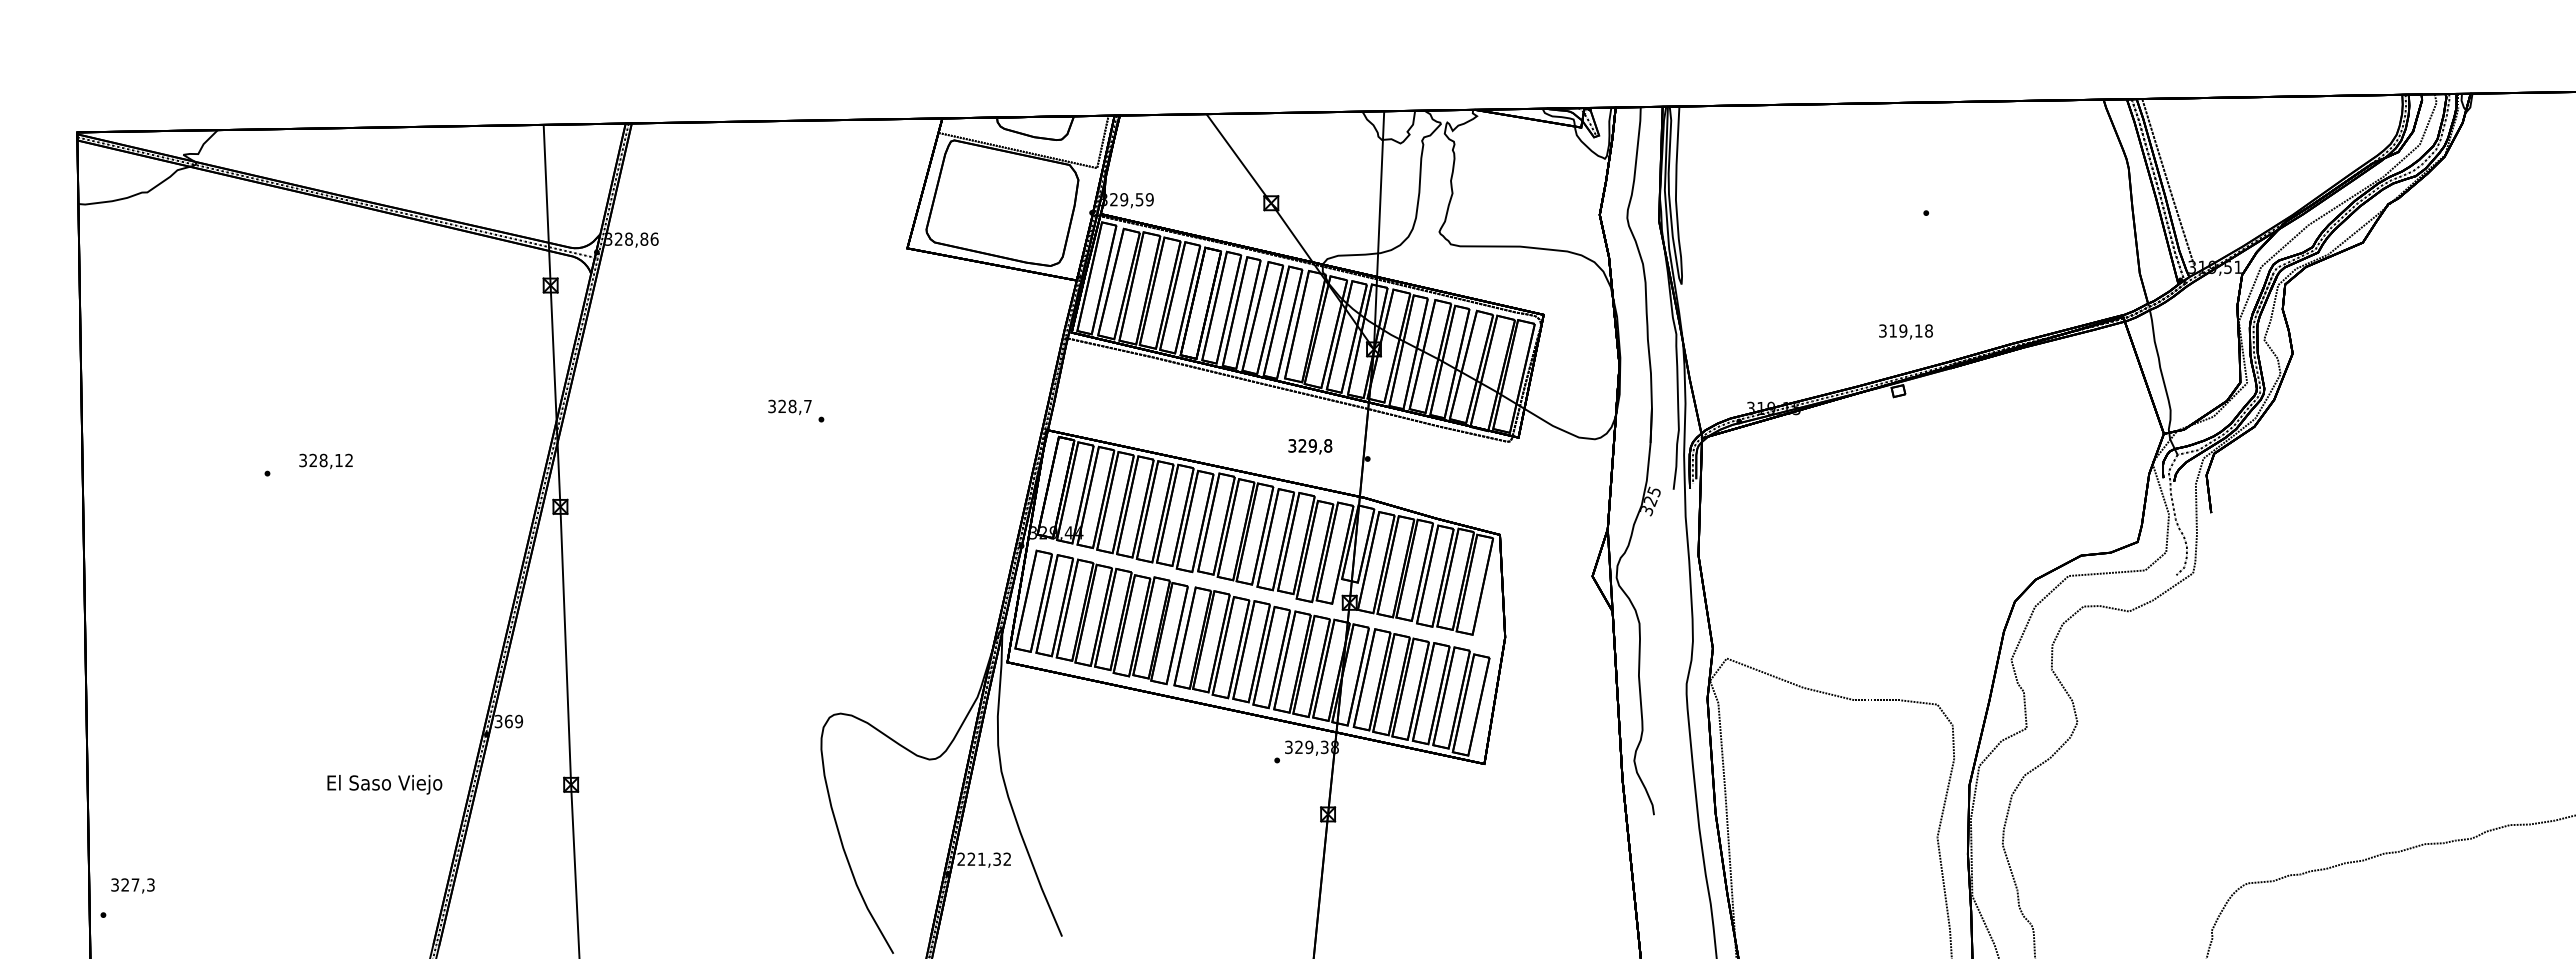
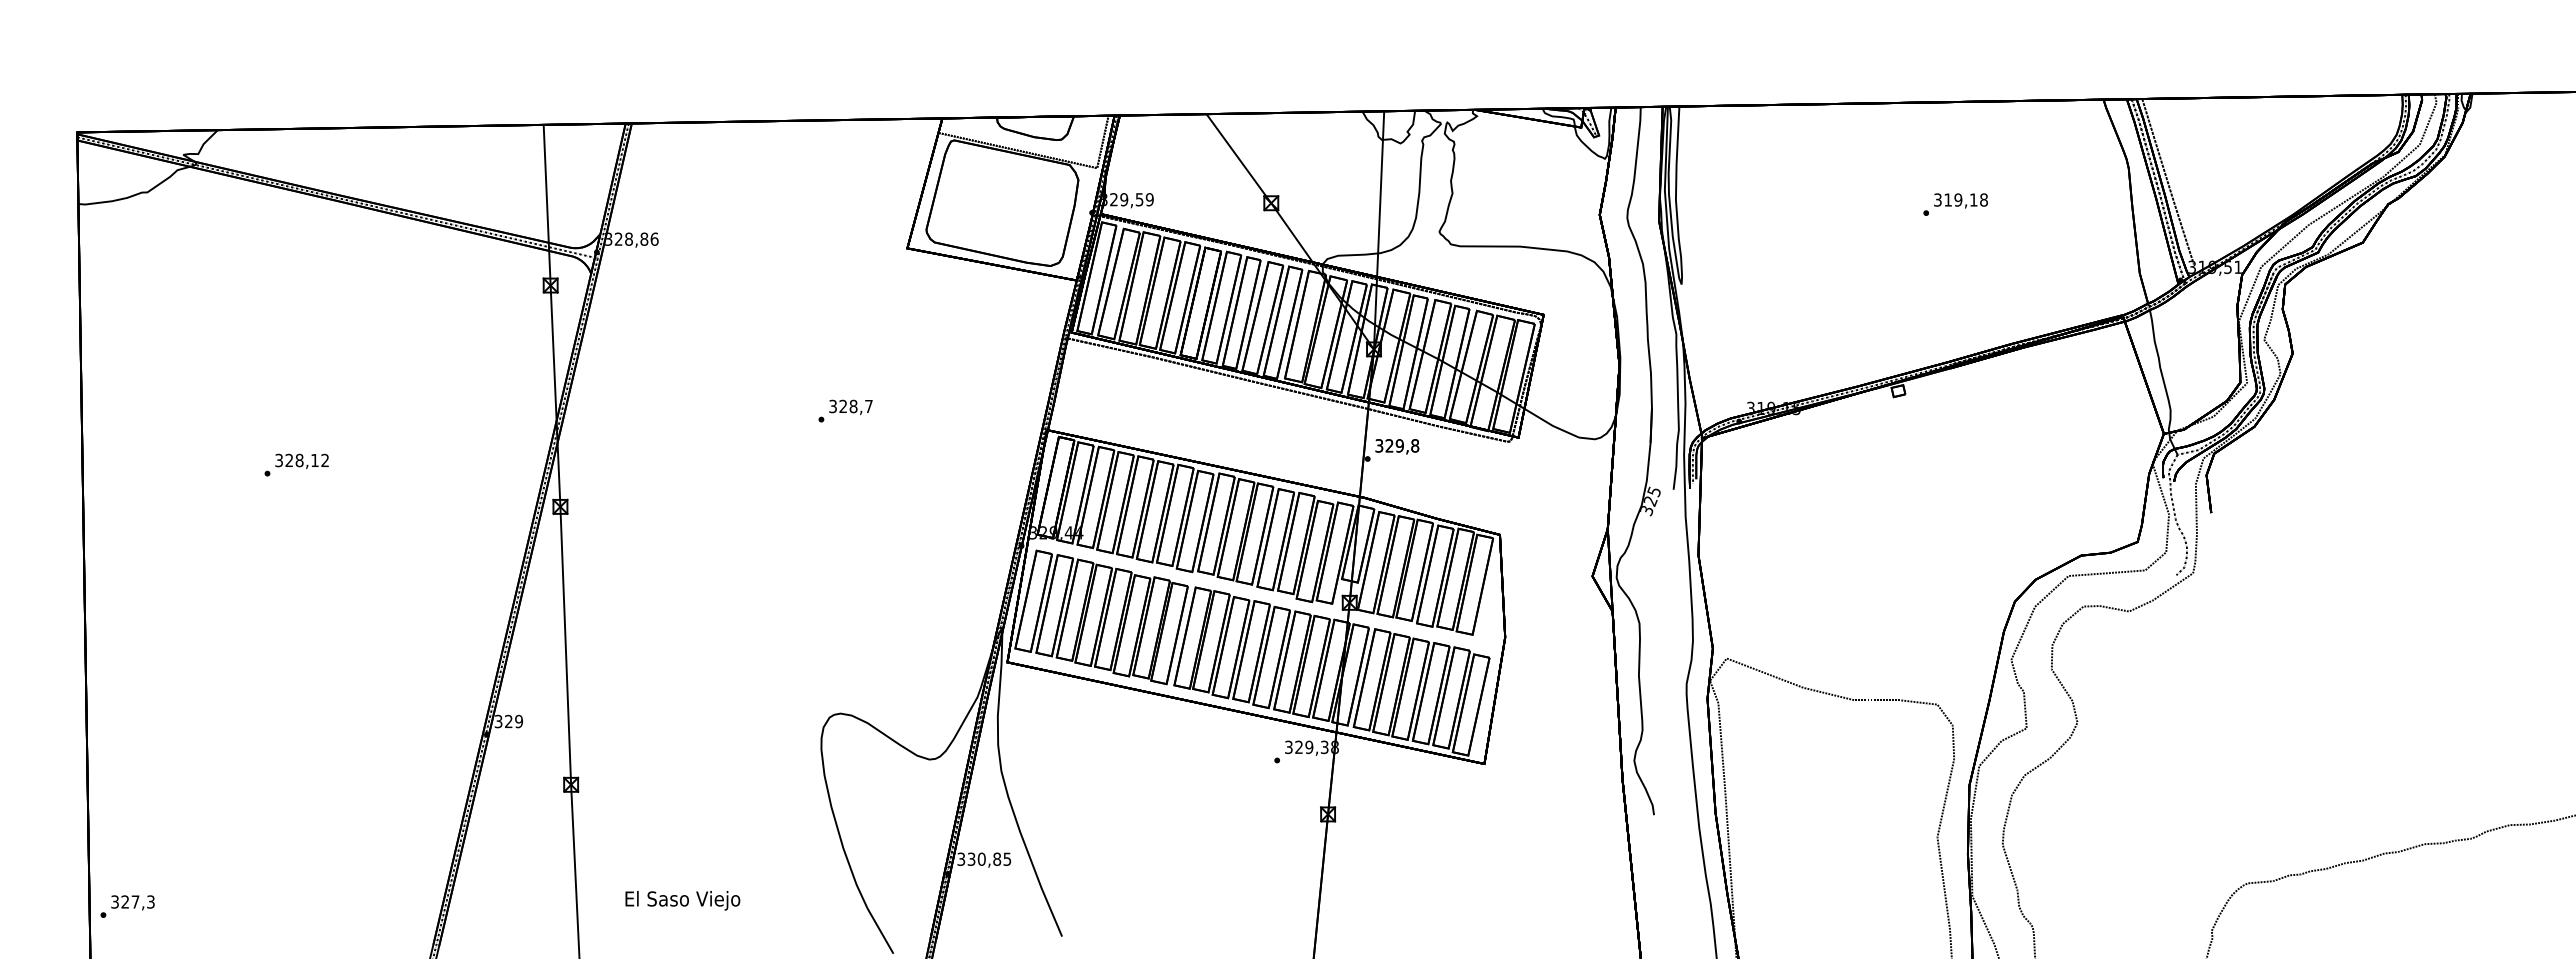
text at (1905, 331) position: (1905, 331) -> (1960, 200)
text at (789, 407) position: (789, 407) -> (850, 407)
text at (1310, 446) position: (1310, 446) -> (1397, 446)
text at (325, 461) position: (325, 461) -> (301, 461)
text at (508, 721): 369 -> 329
text at (384, 784) position: (384, 784) -> (682, 900)
text at (984, 858): 221,32 -> 330,85
text at (132, 885) position: (132, 885) -> (132, 902)
